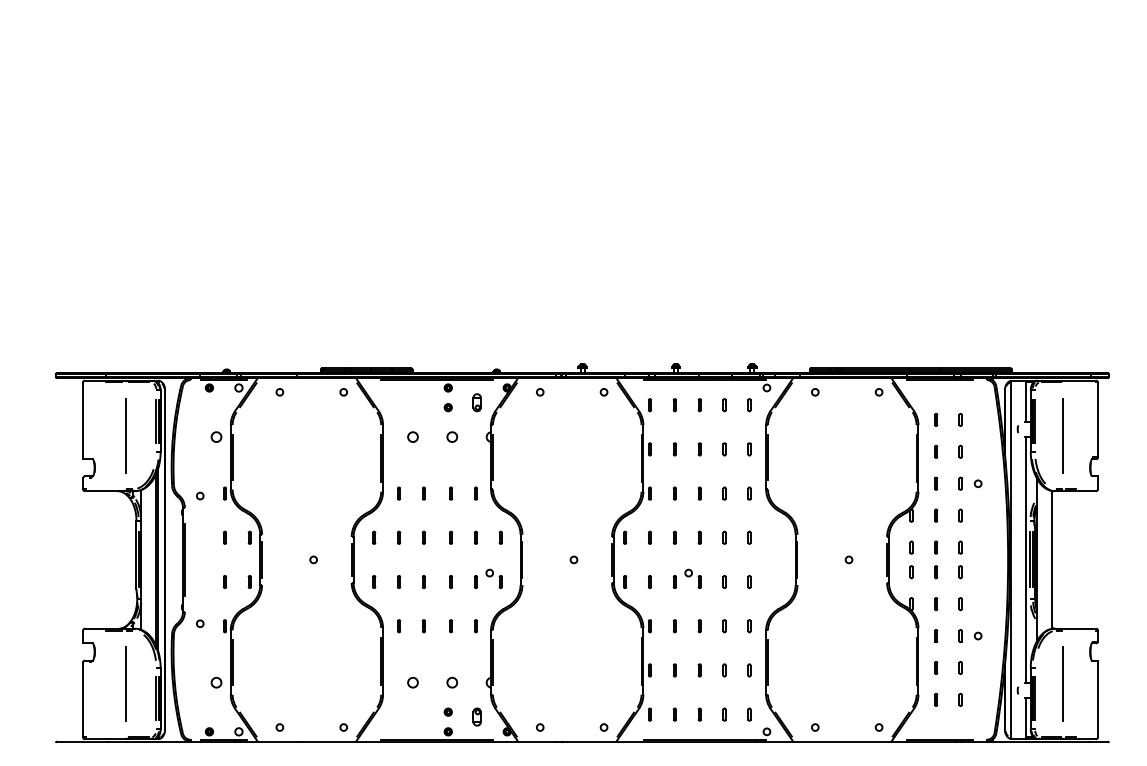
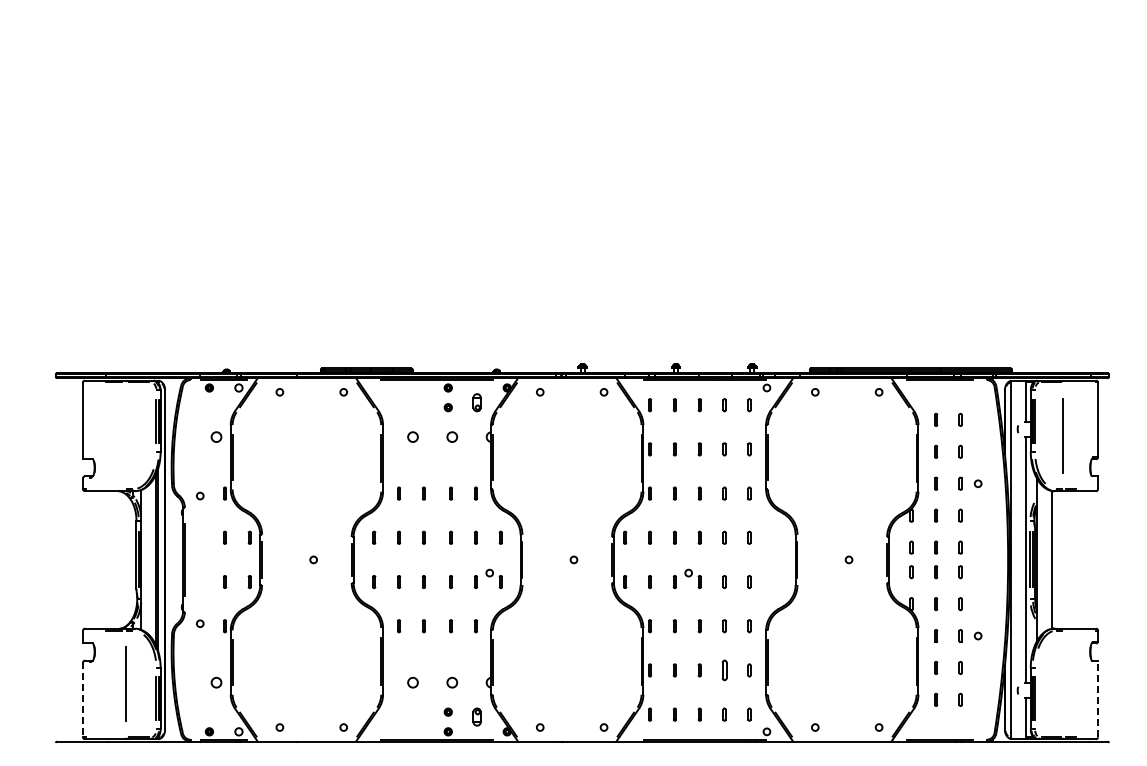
line at (126, 435): present -> none
part at (724, 670) size: 5x15 px -> 7x23 px
line at (1062, 683): present -> none
line at (1097, 698): solid -> dashed
line at (83, 700): solid -> dashed
